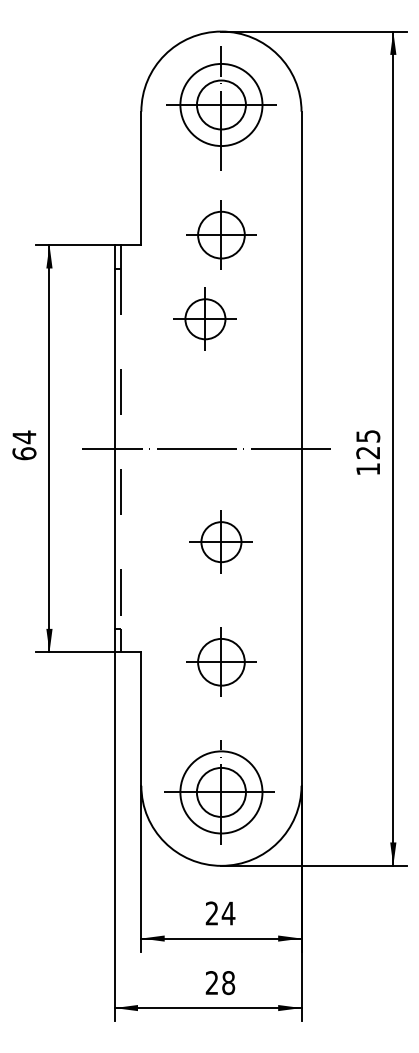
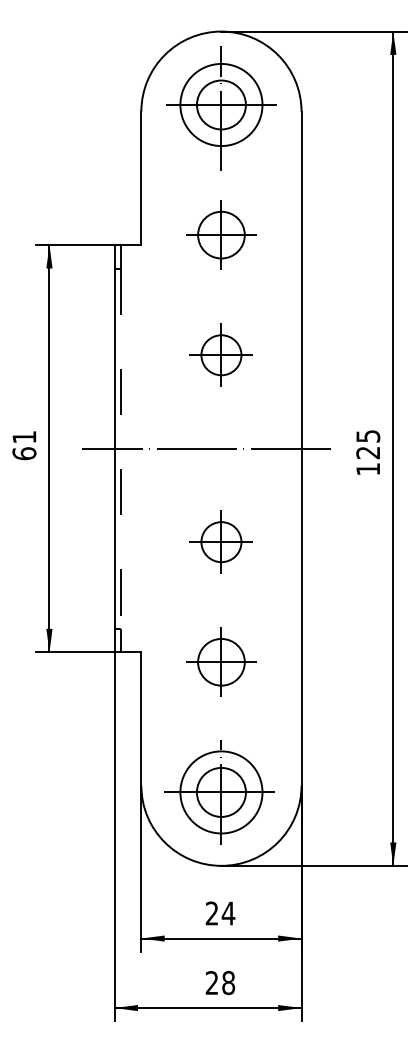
part at (204, 318) position: (204, 318) -> (220, 354)
text at (24, 437): 64 -> 61
